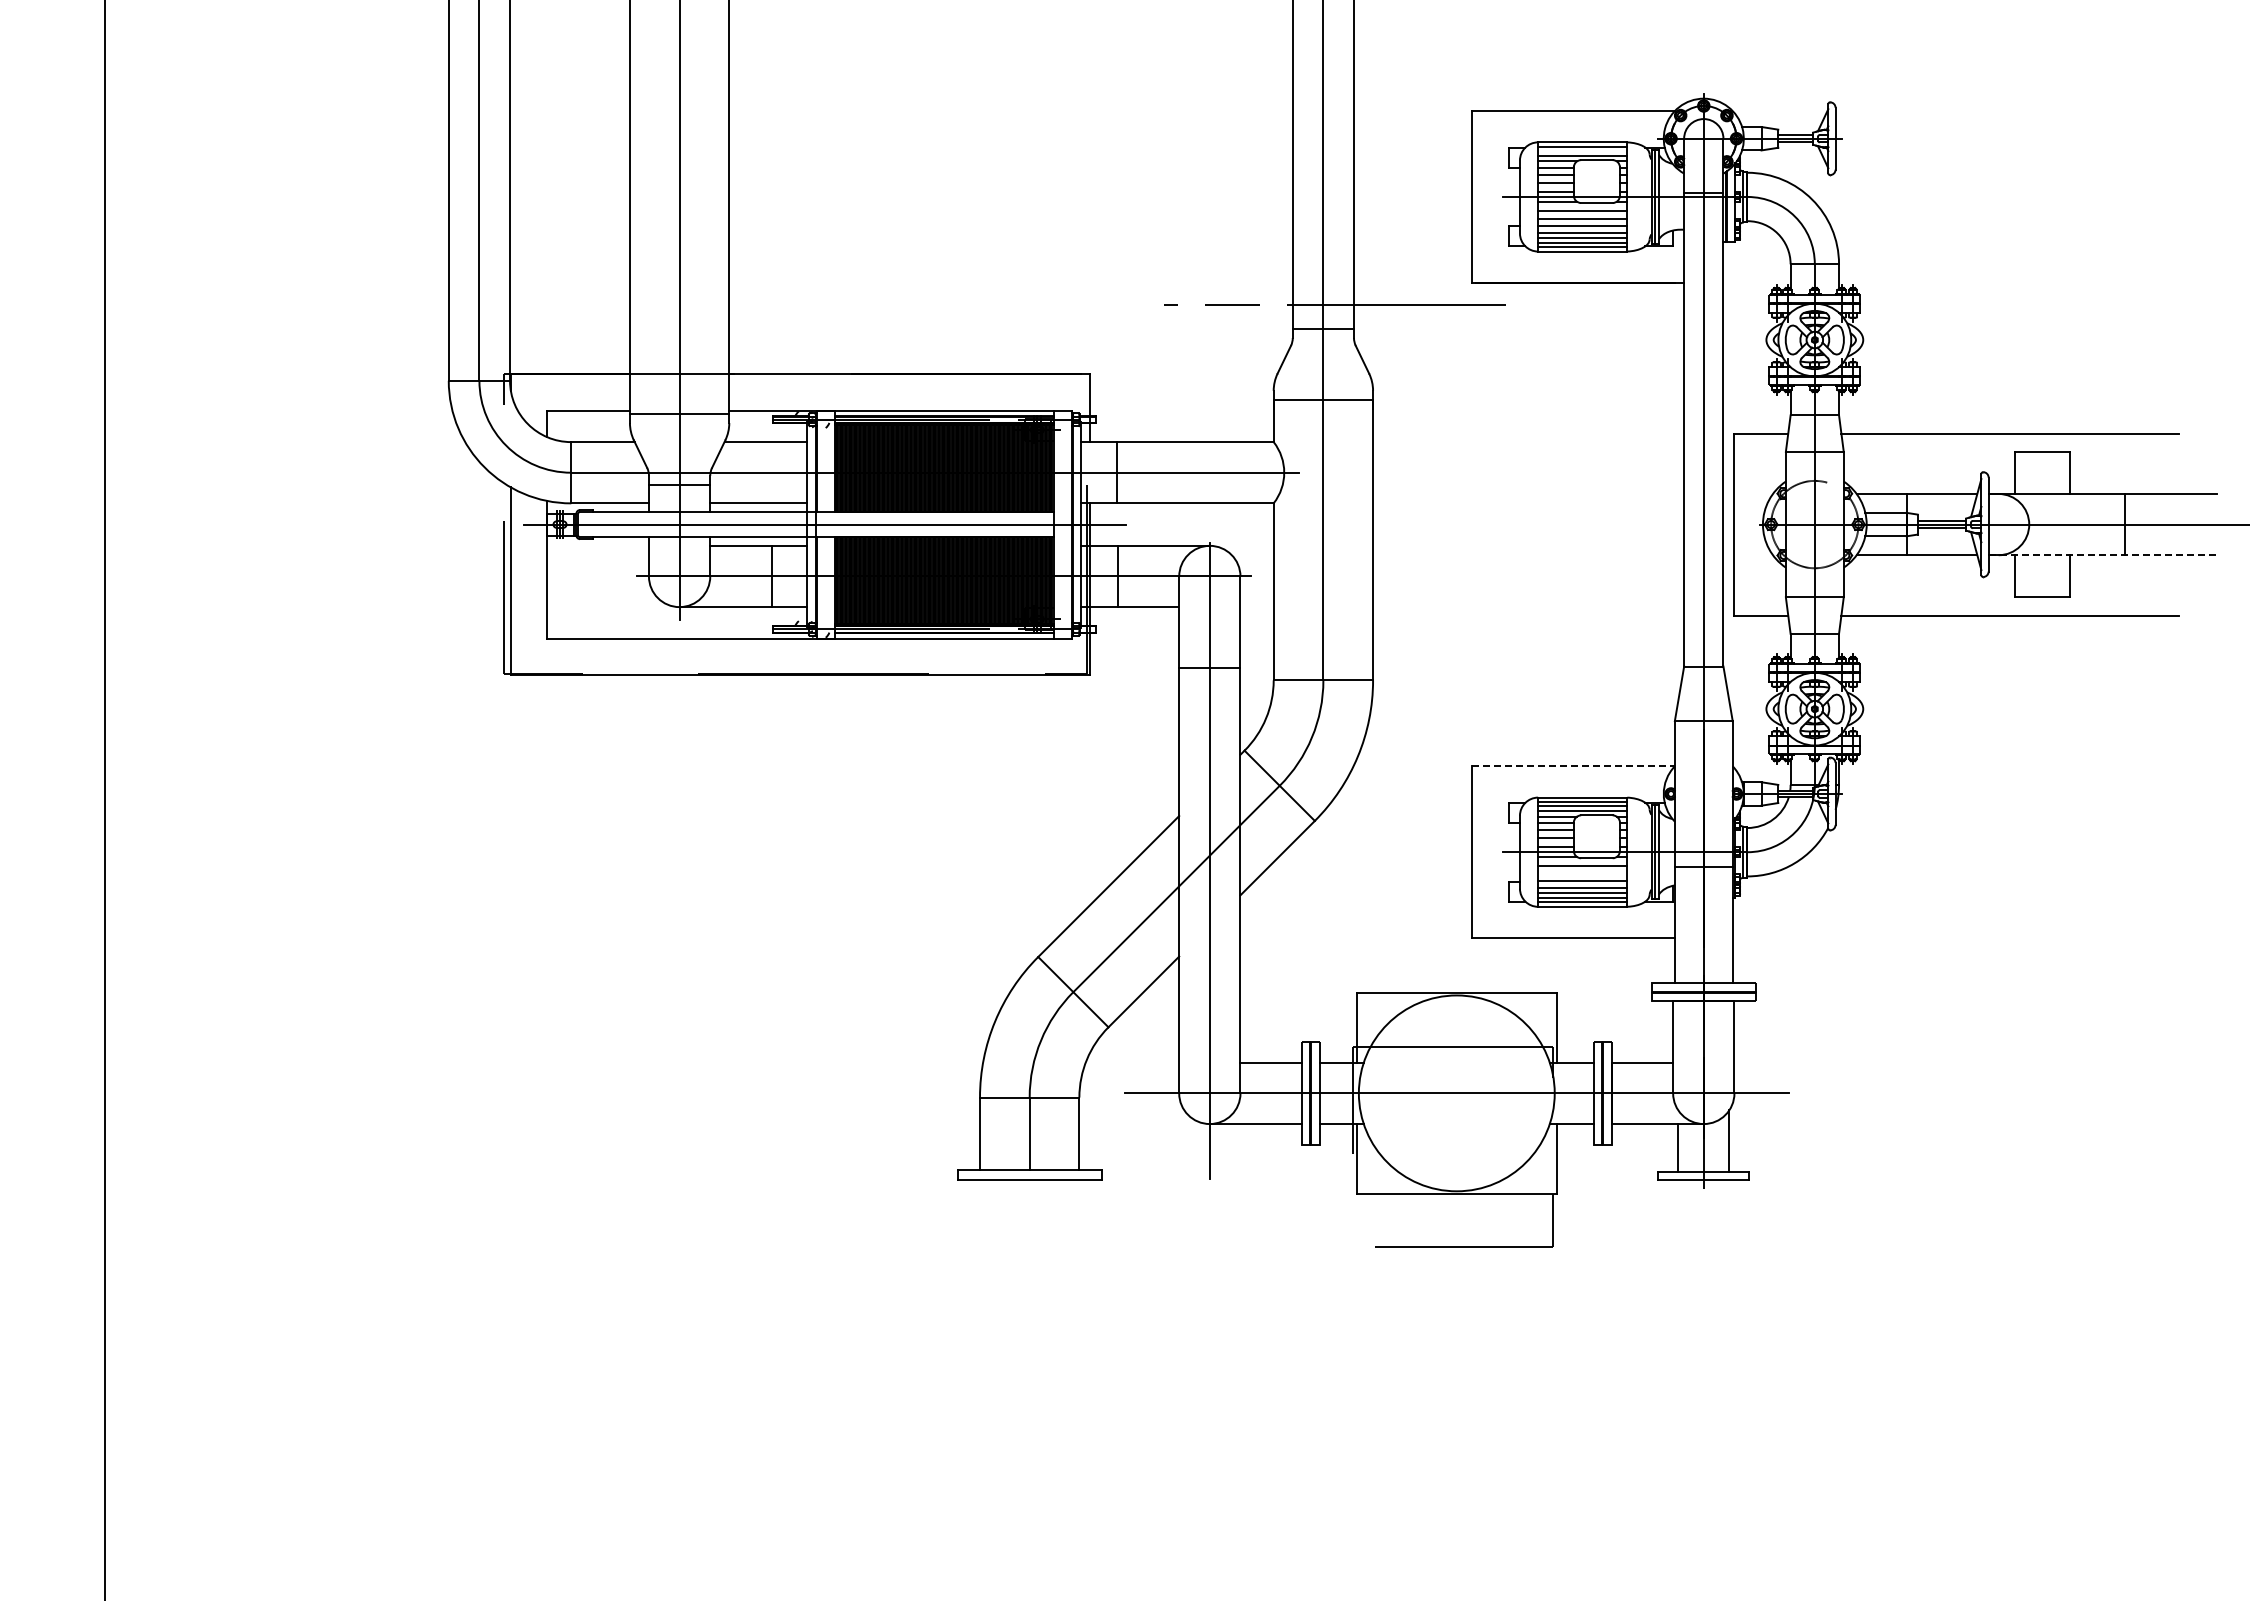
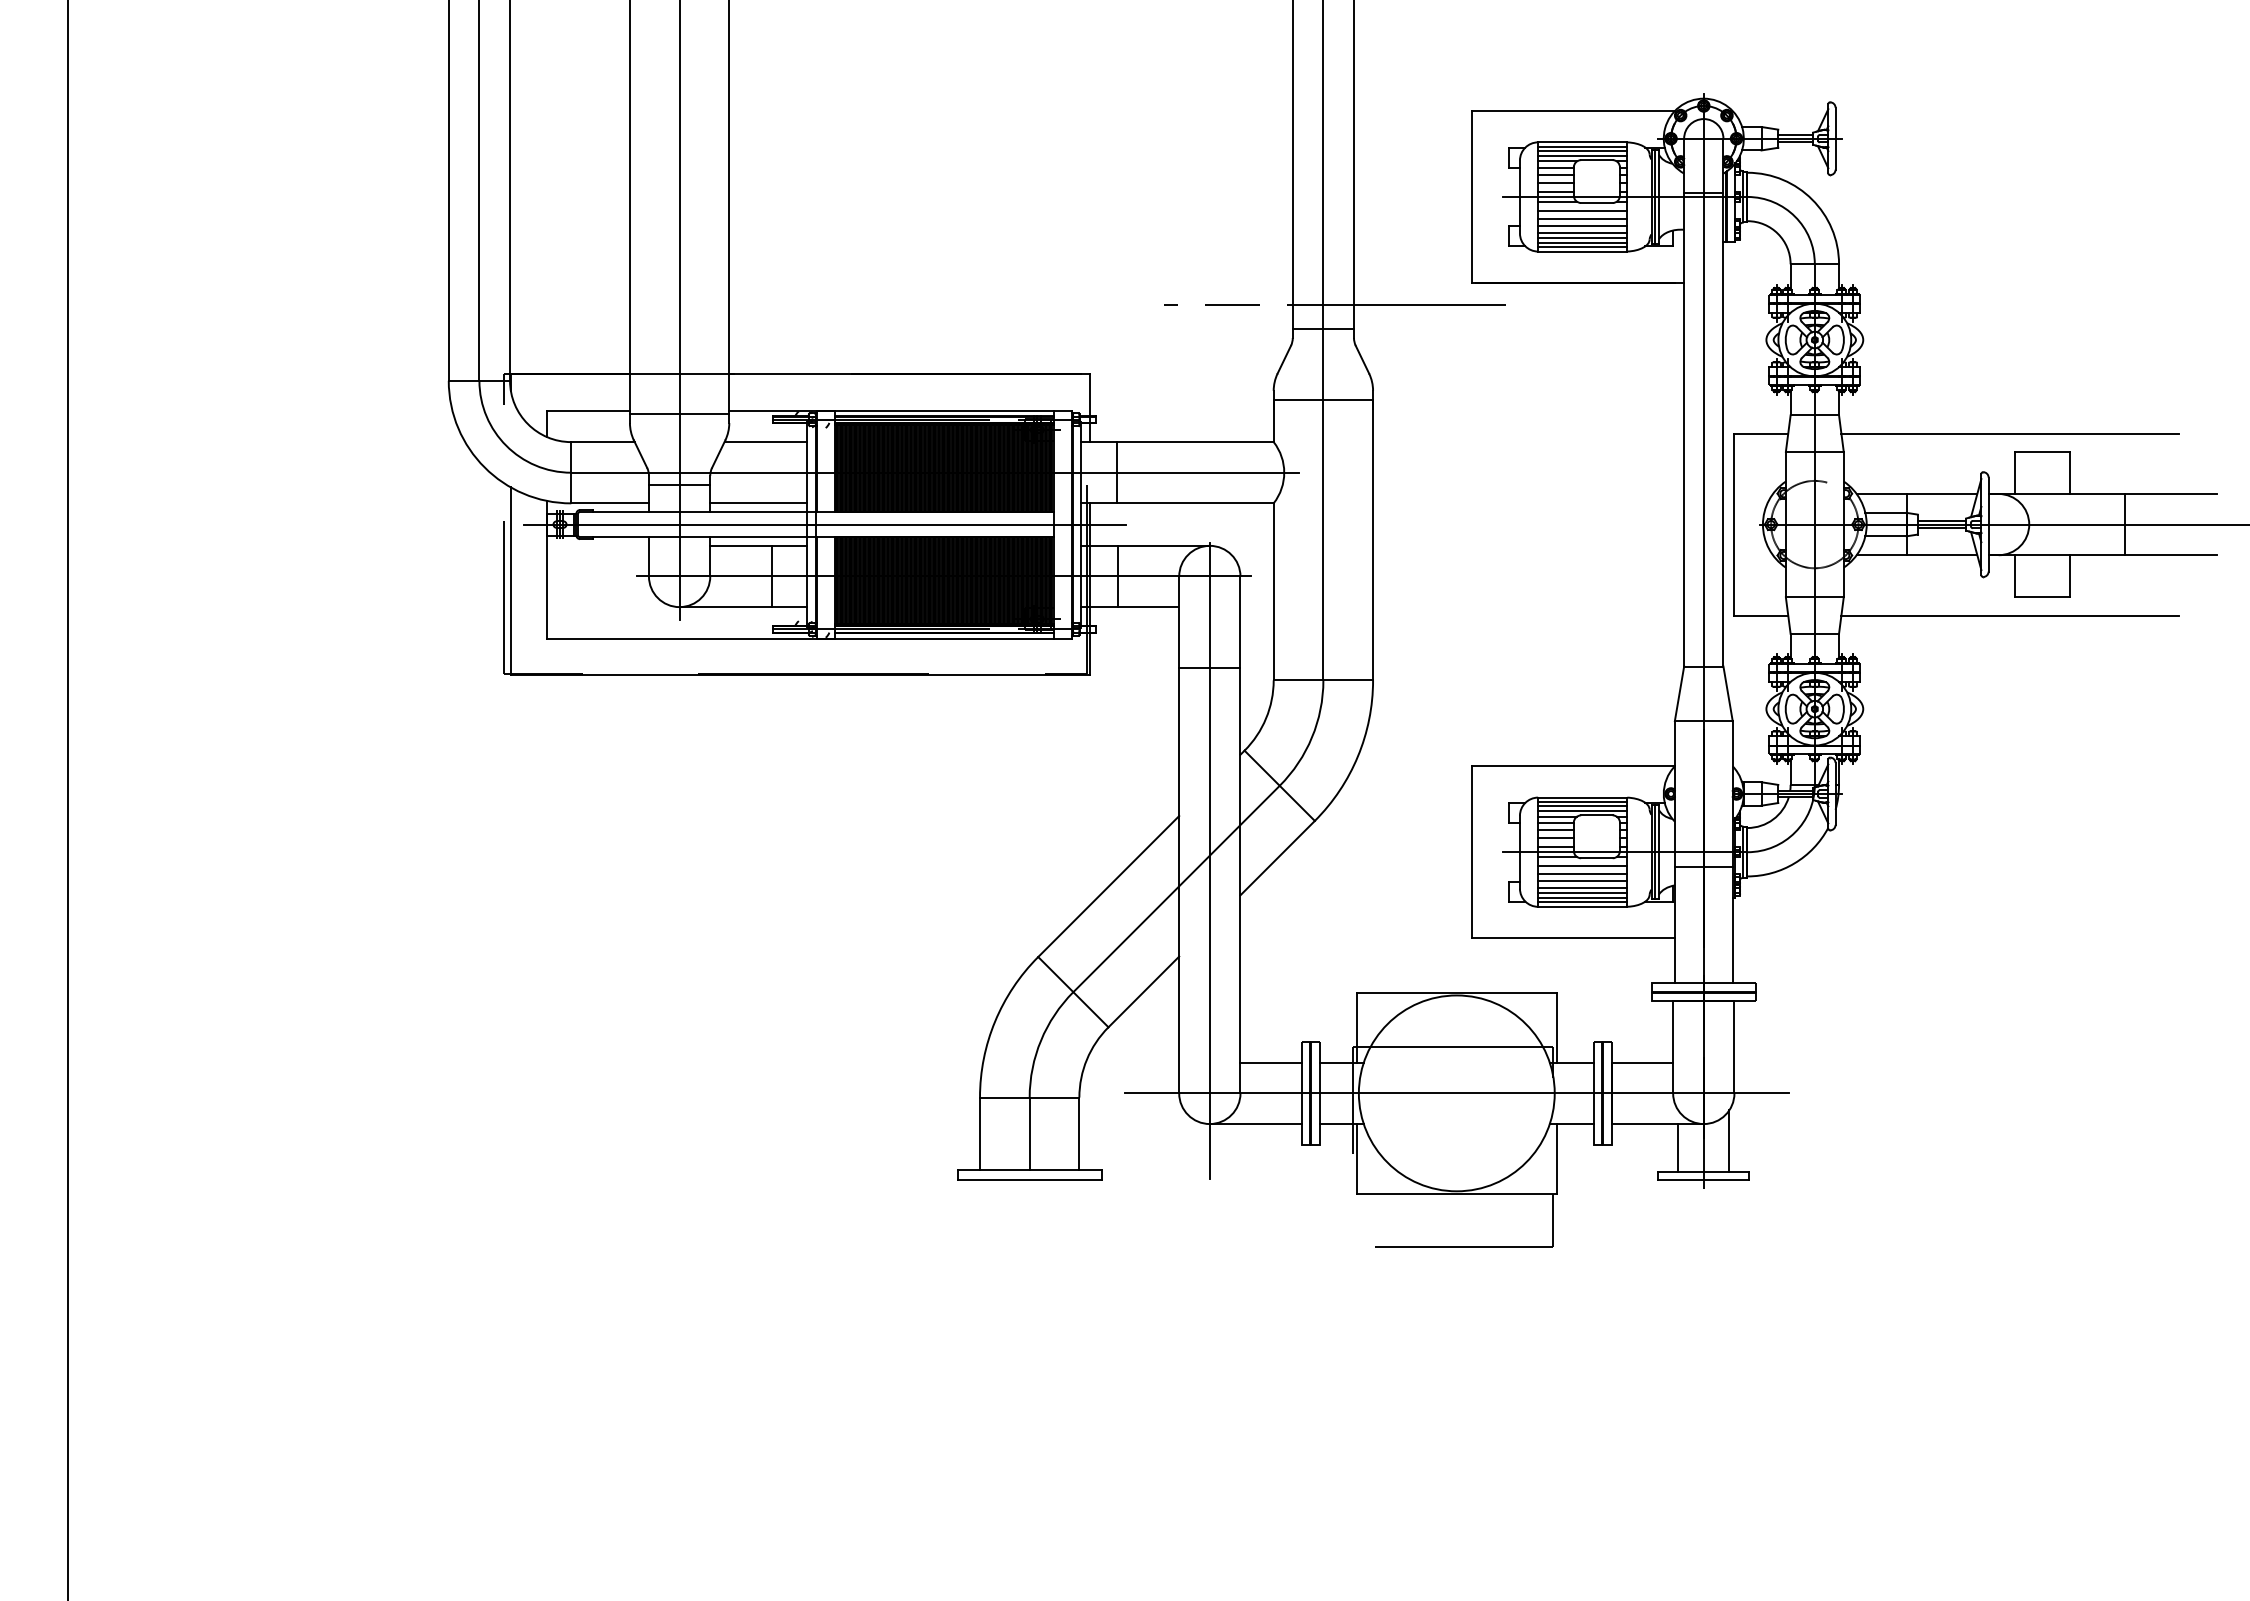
line at (1582, 151): none -> present
line at (2103, 555): dashed -> solid
line at (1574, 766): dashed -> solid
line at (104, 799) position: (104, 799) -> (67, 799)
line at (1582, 874): none -> present
